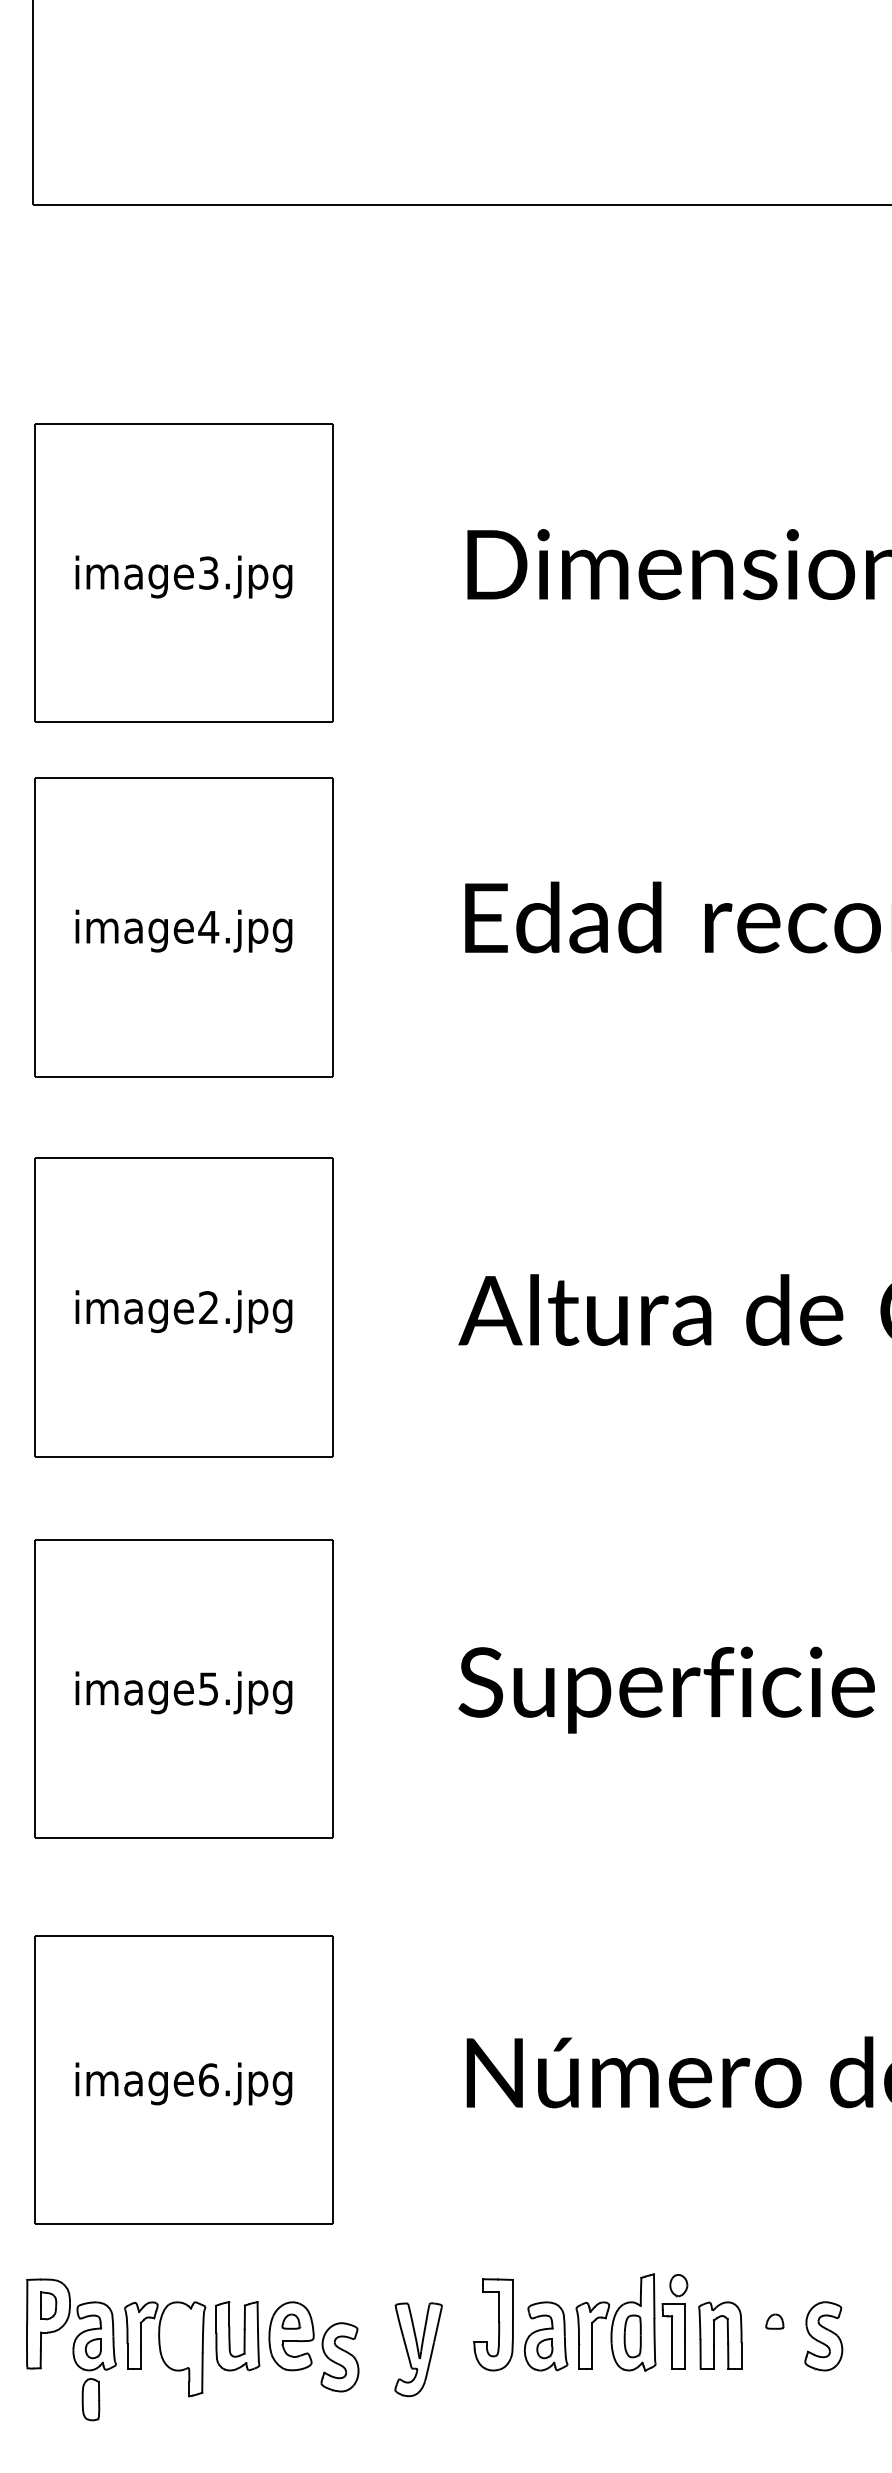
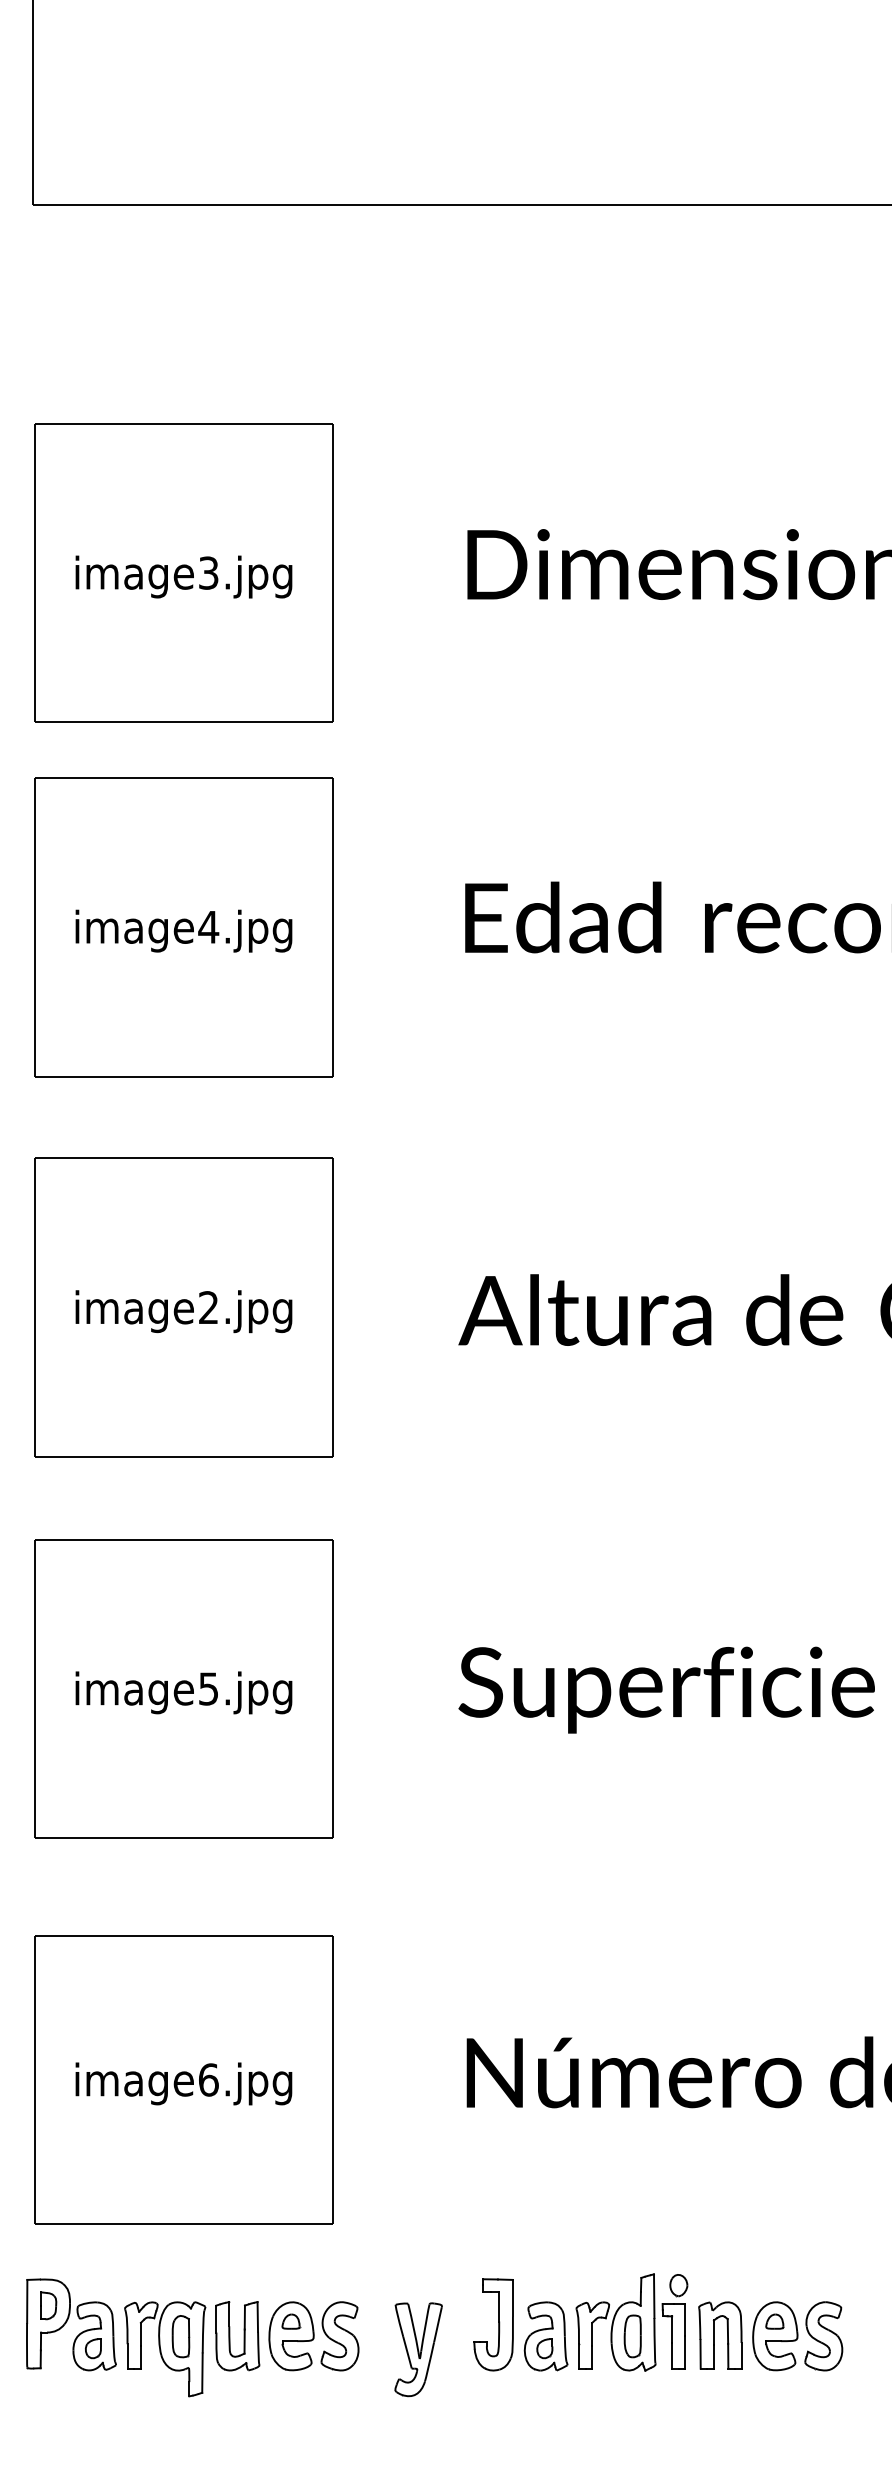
part at (775, 2336): none -> present
part at (339, 2357) position: (339, 2357) -> (339, 2336)
part at (90, 2399) position: (90, 2399) -> (180, 2336)
